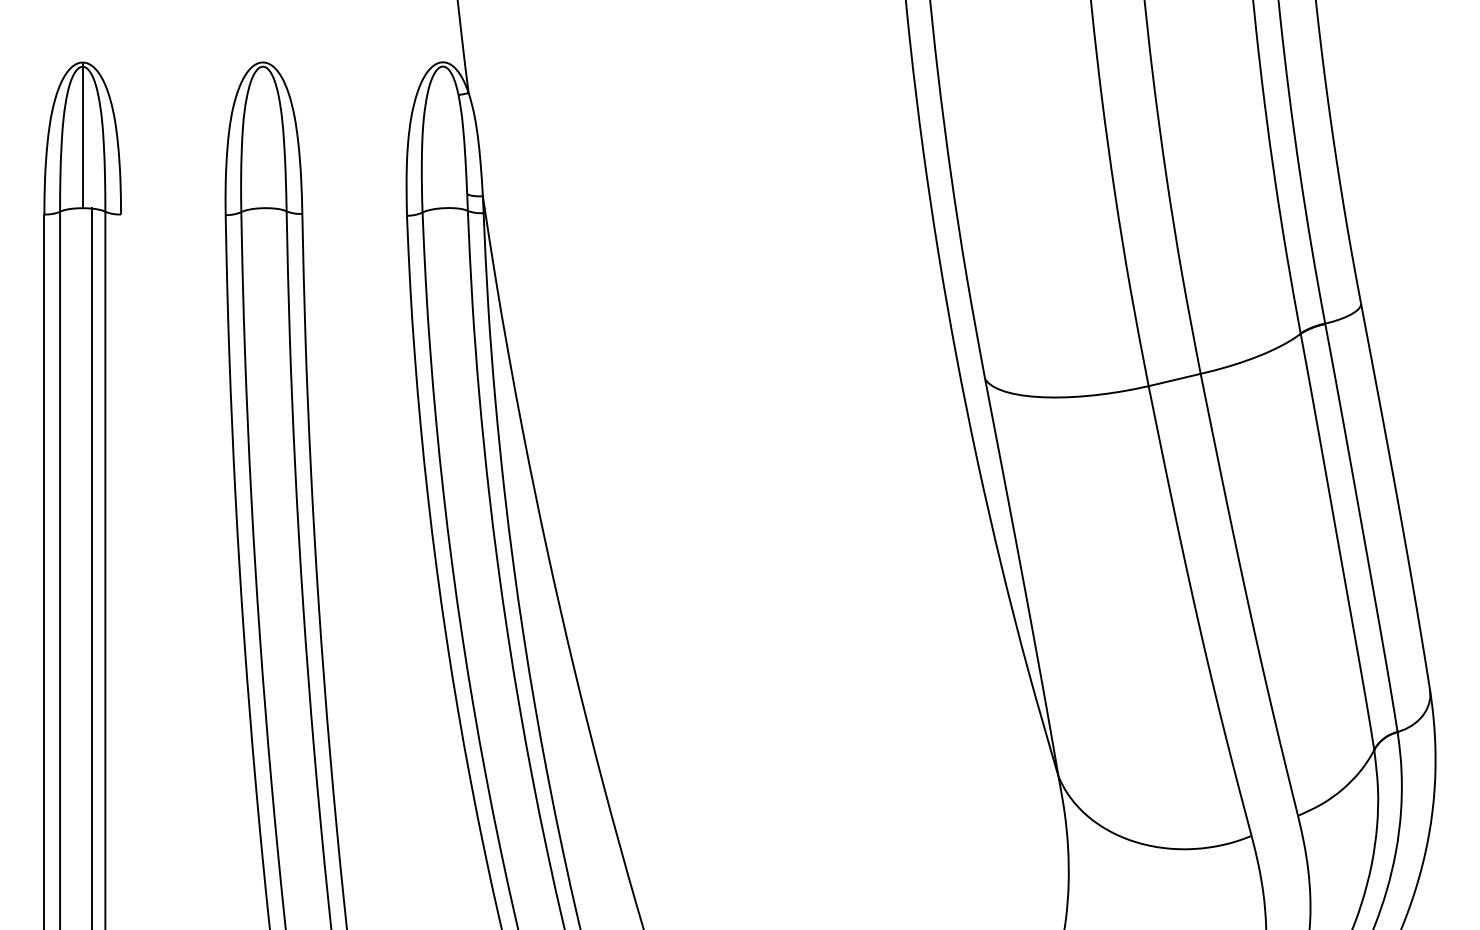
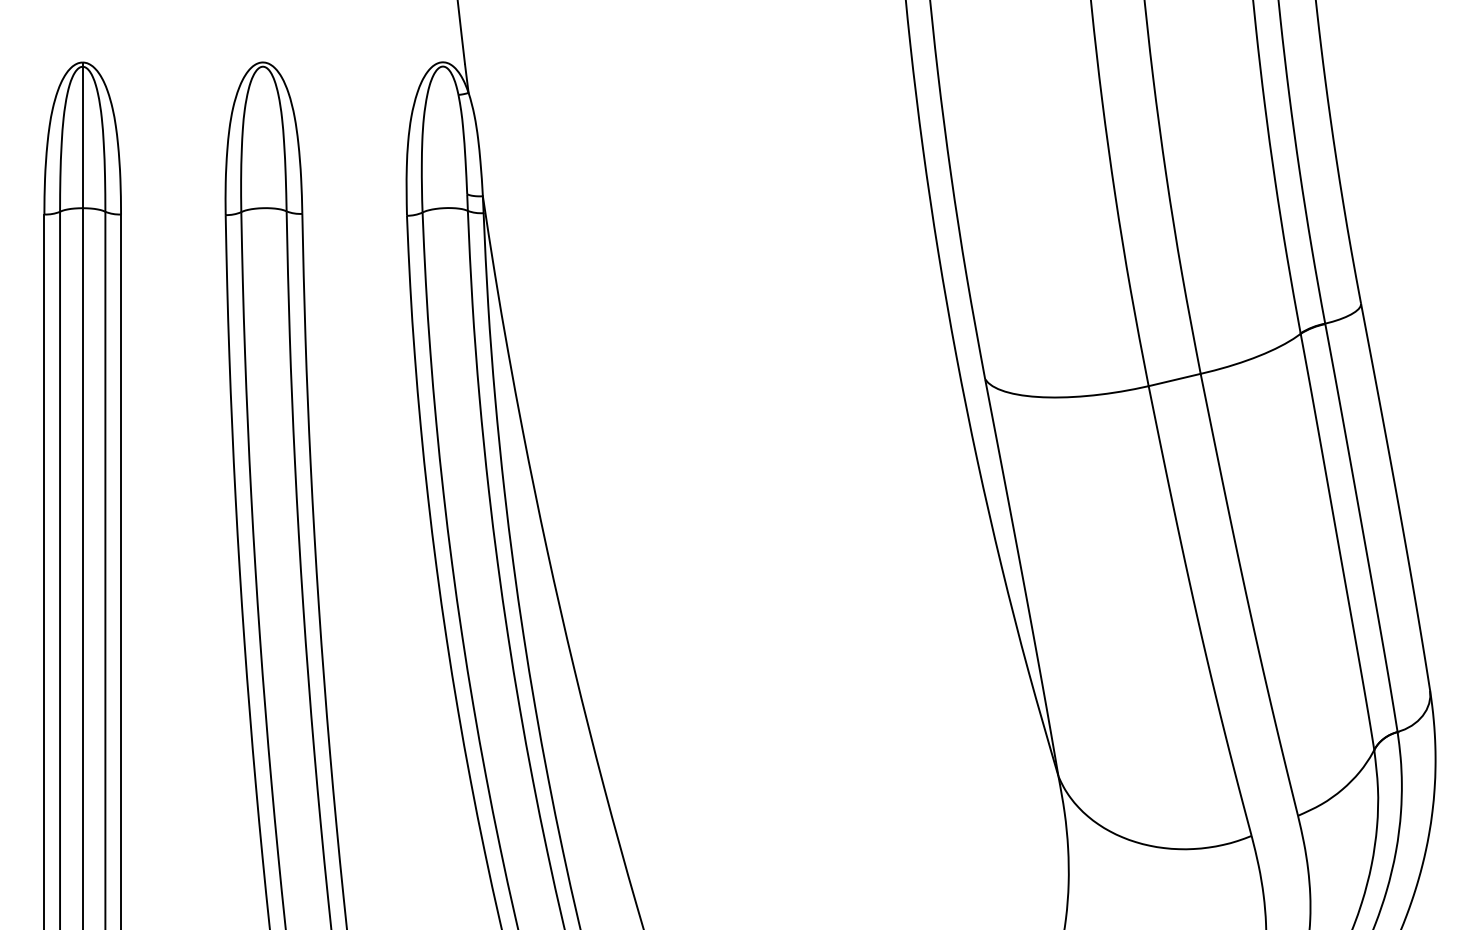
line at (91, 567) position: (91, 567) -> (82, 567)
line at (121, 570): none -> present
